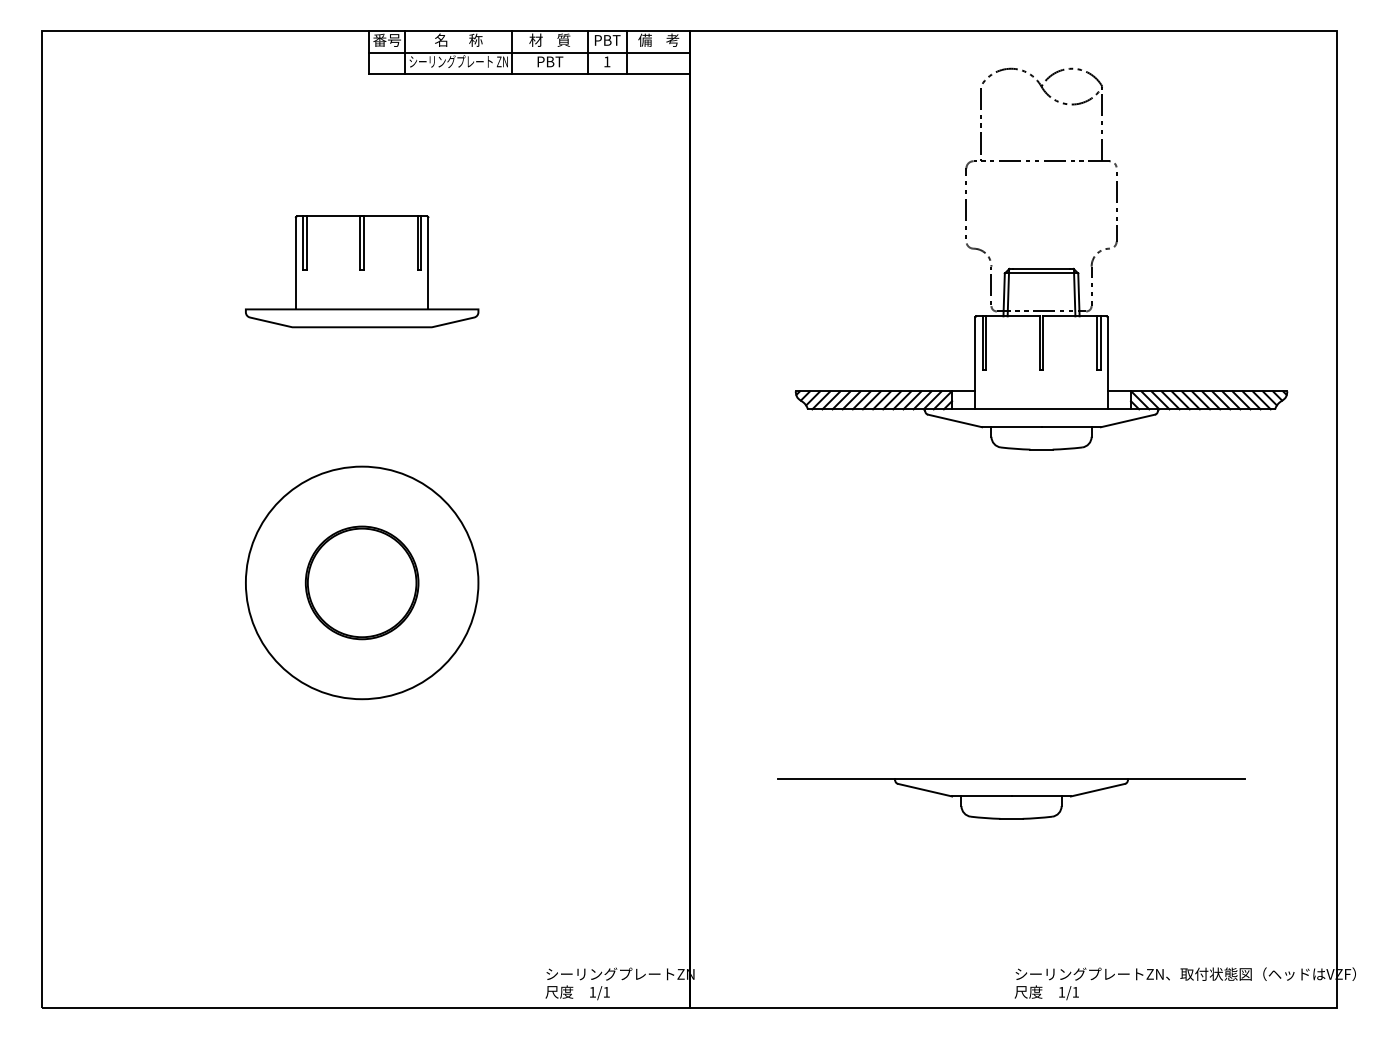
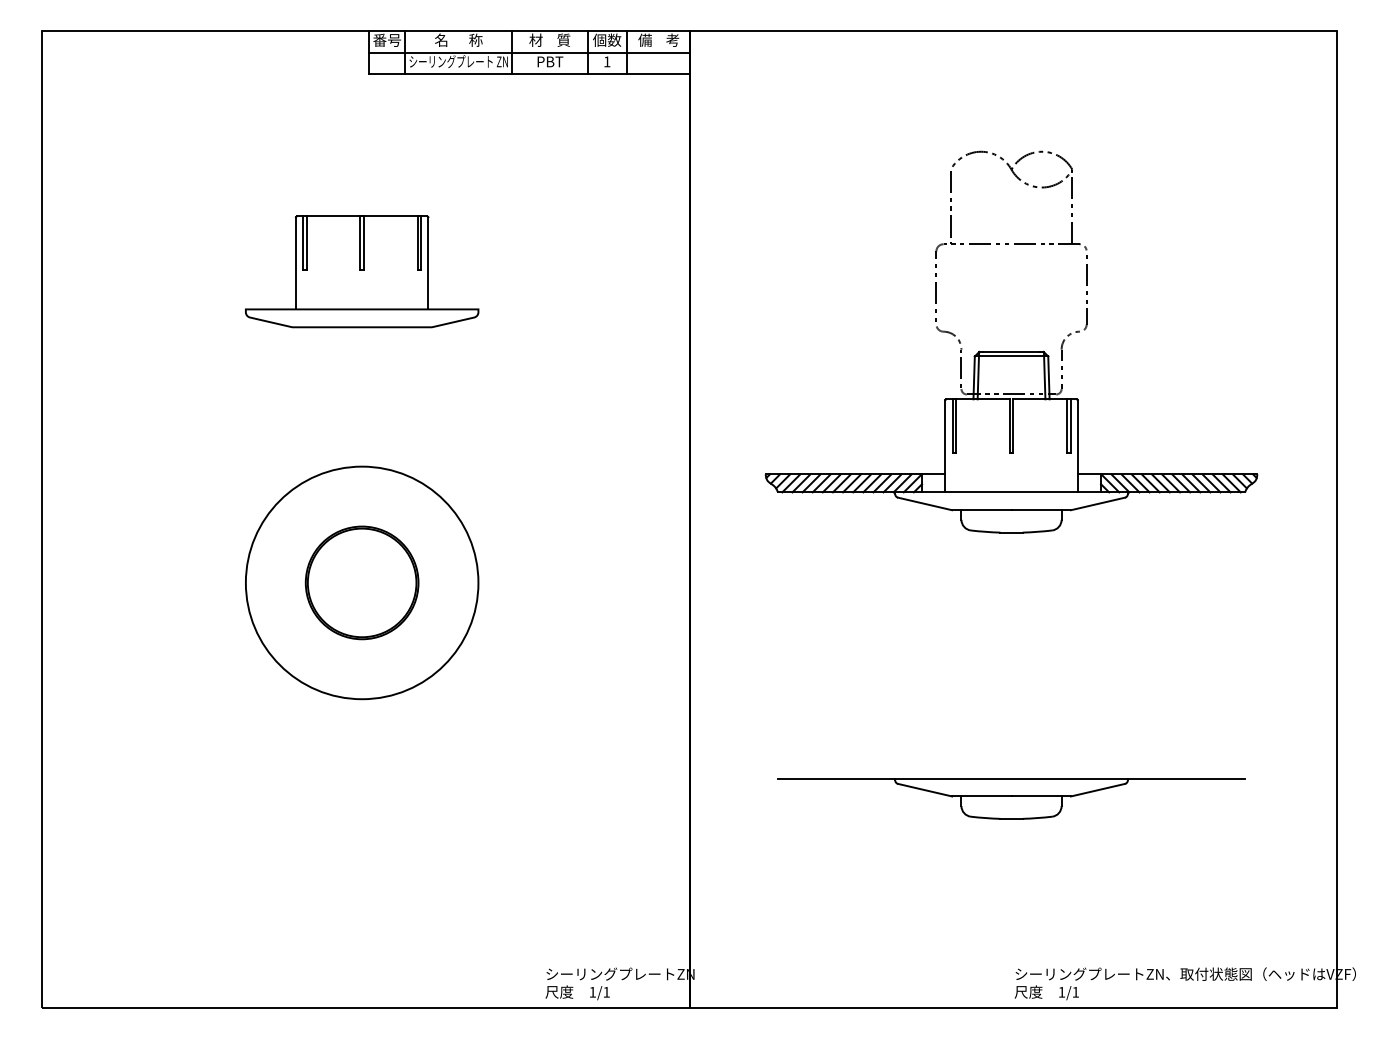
text at (607, 39): PBT -> 個数
part at (1041, 268) position: (1041, 268) -> (1011, 351)
